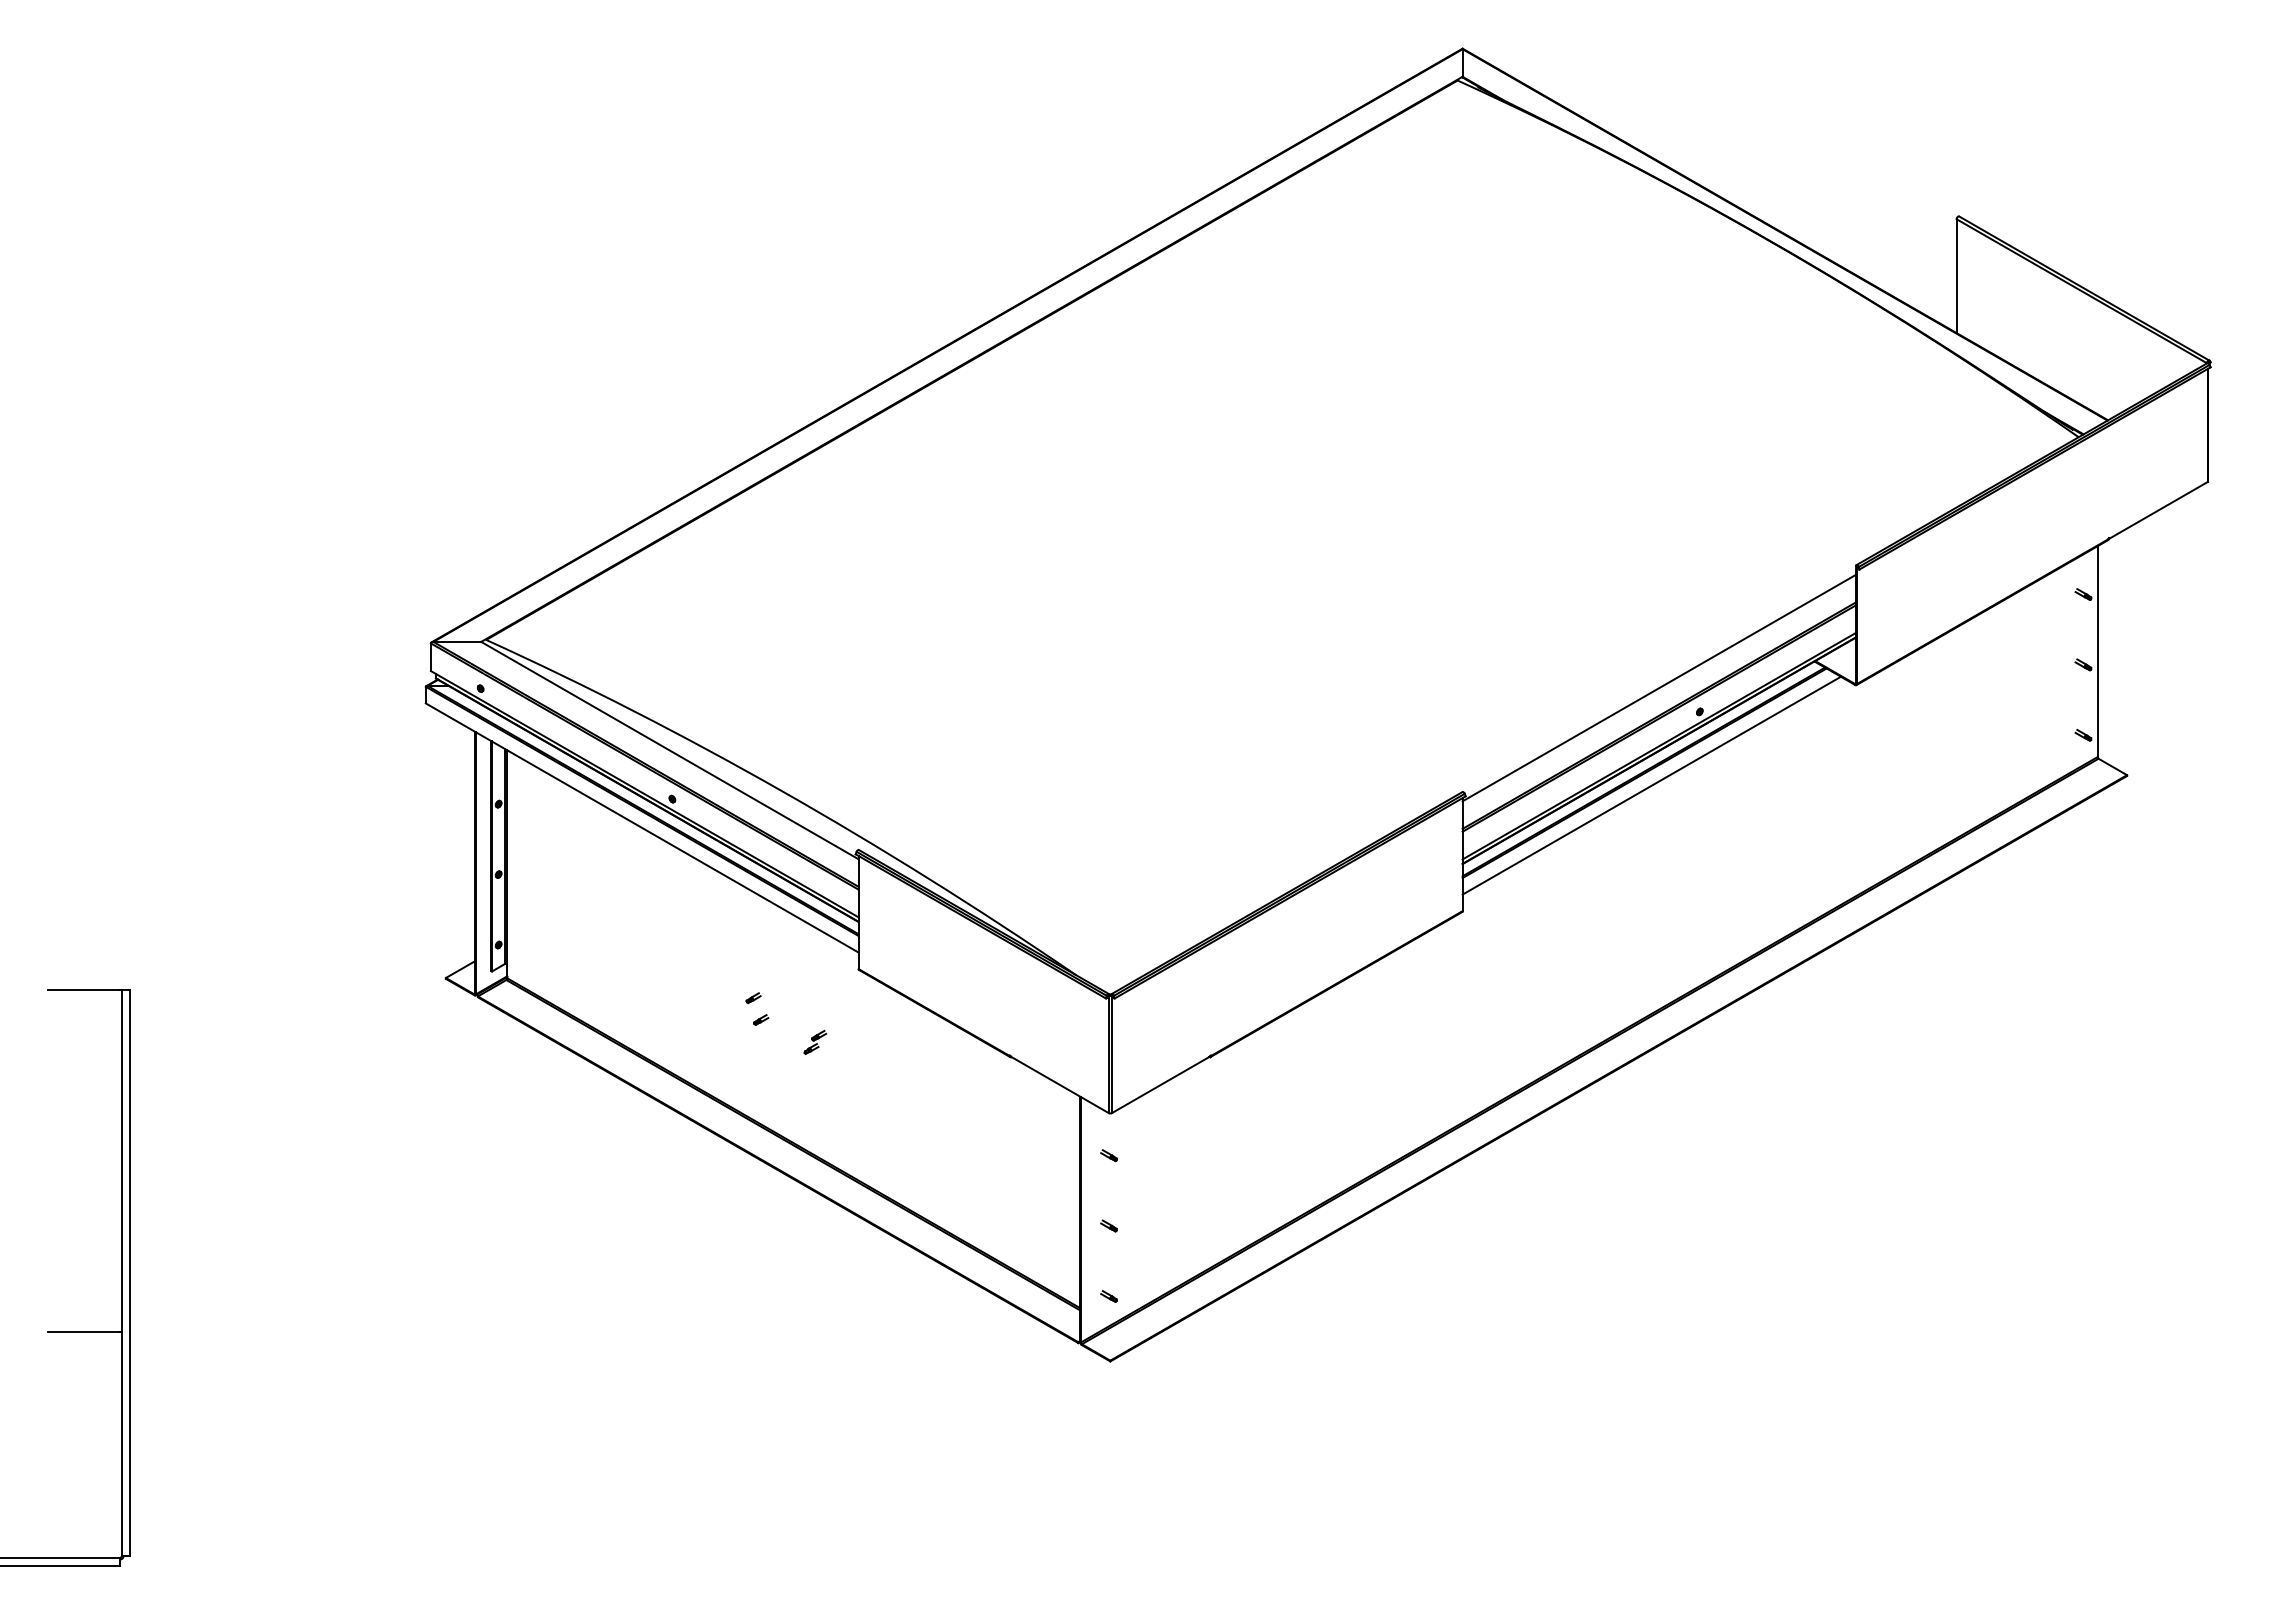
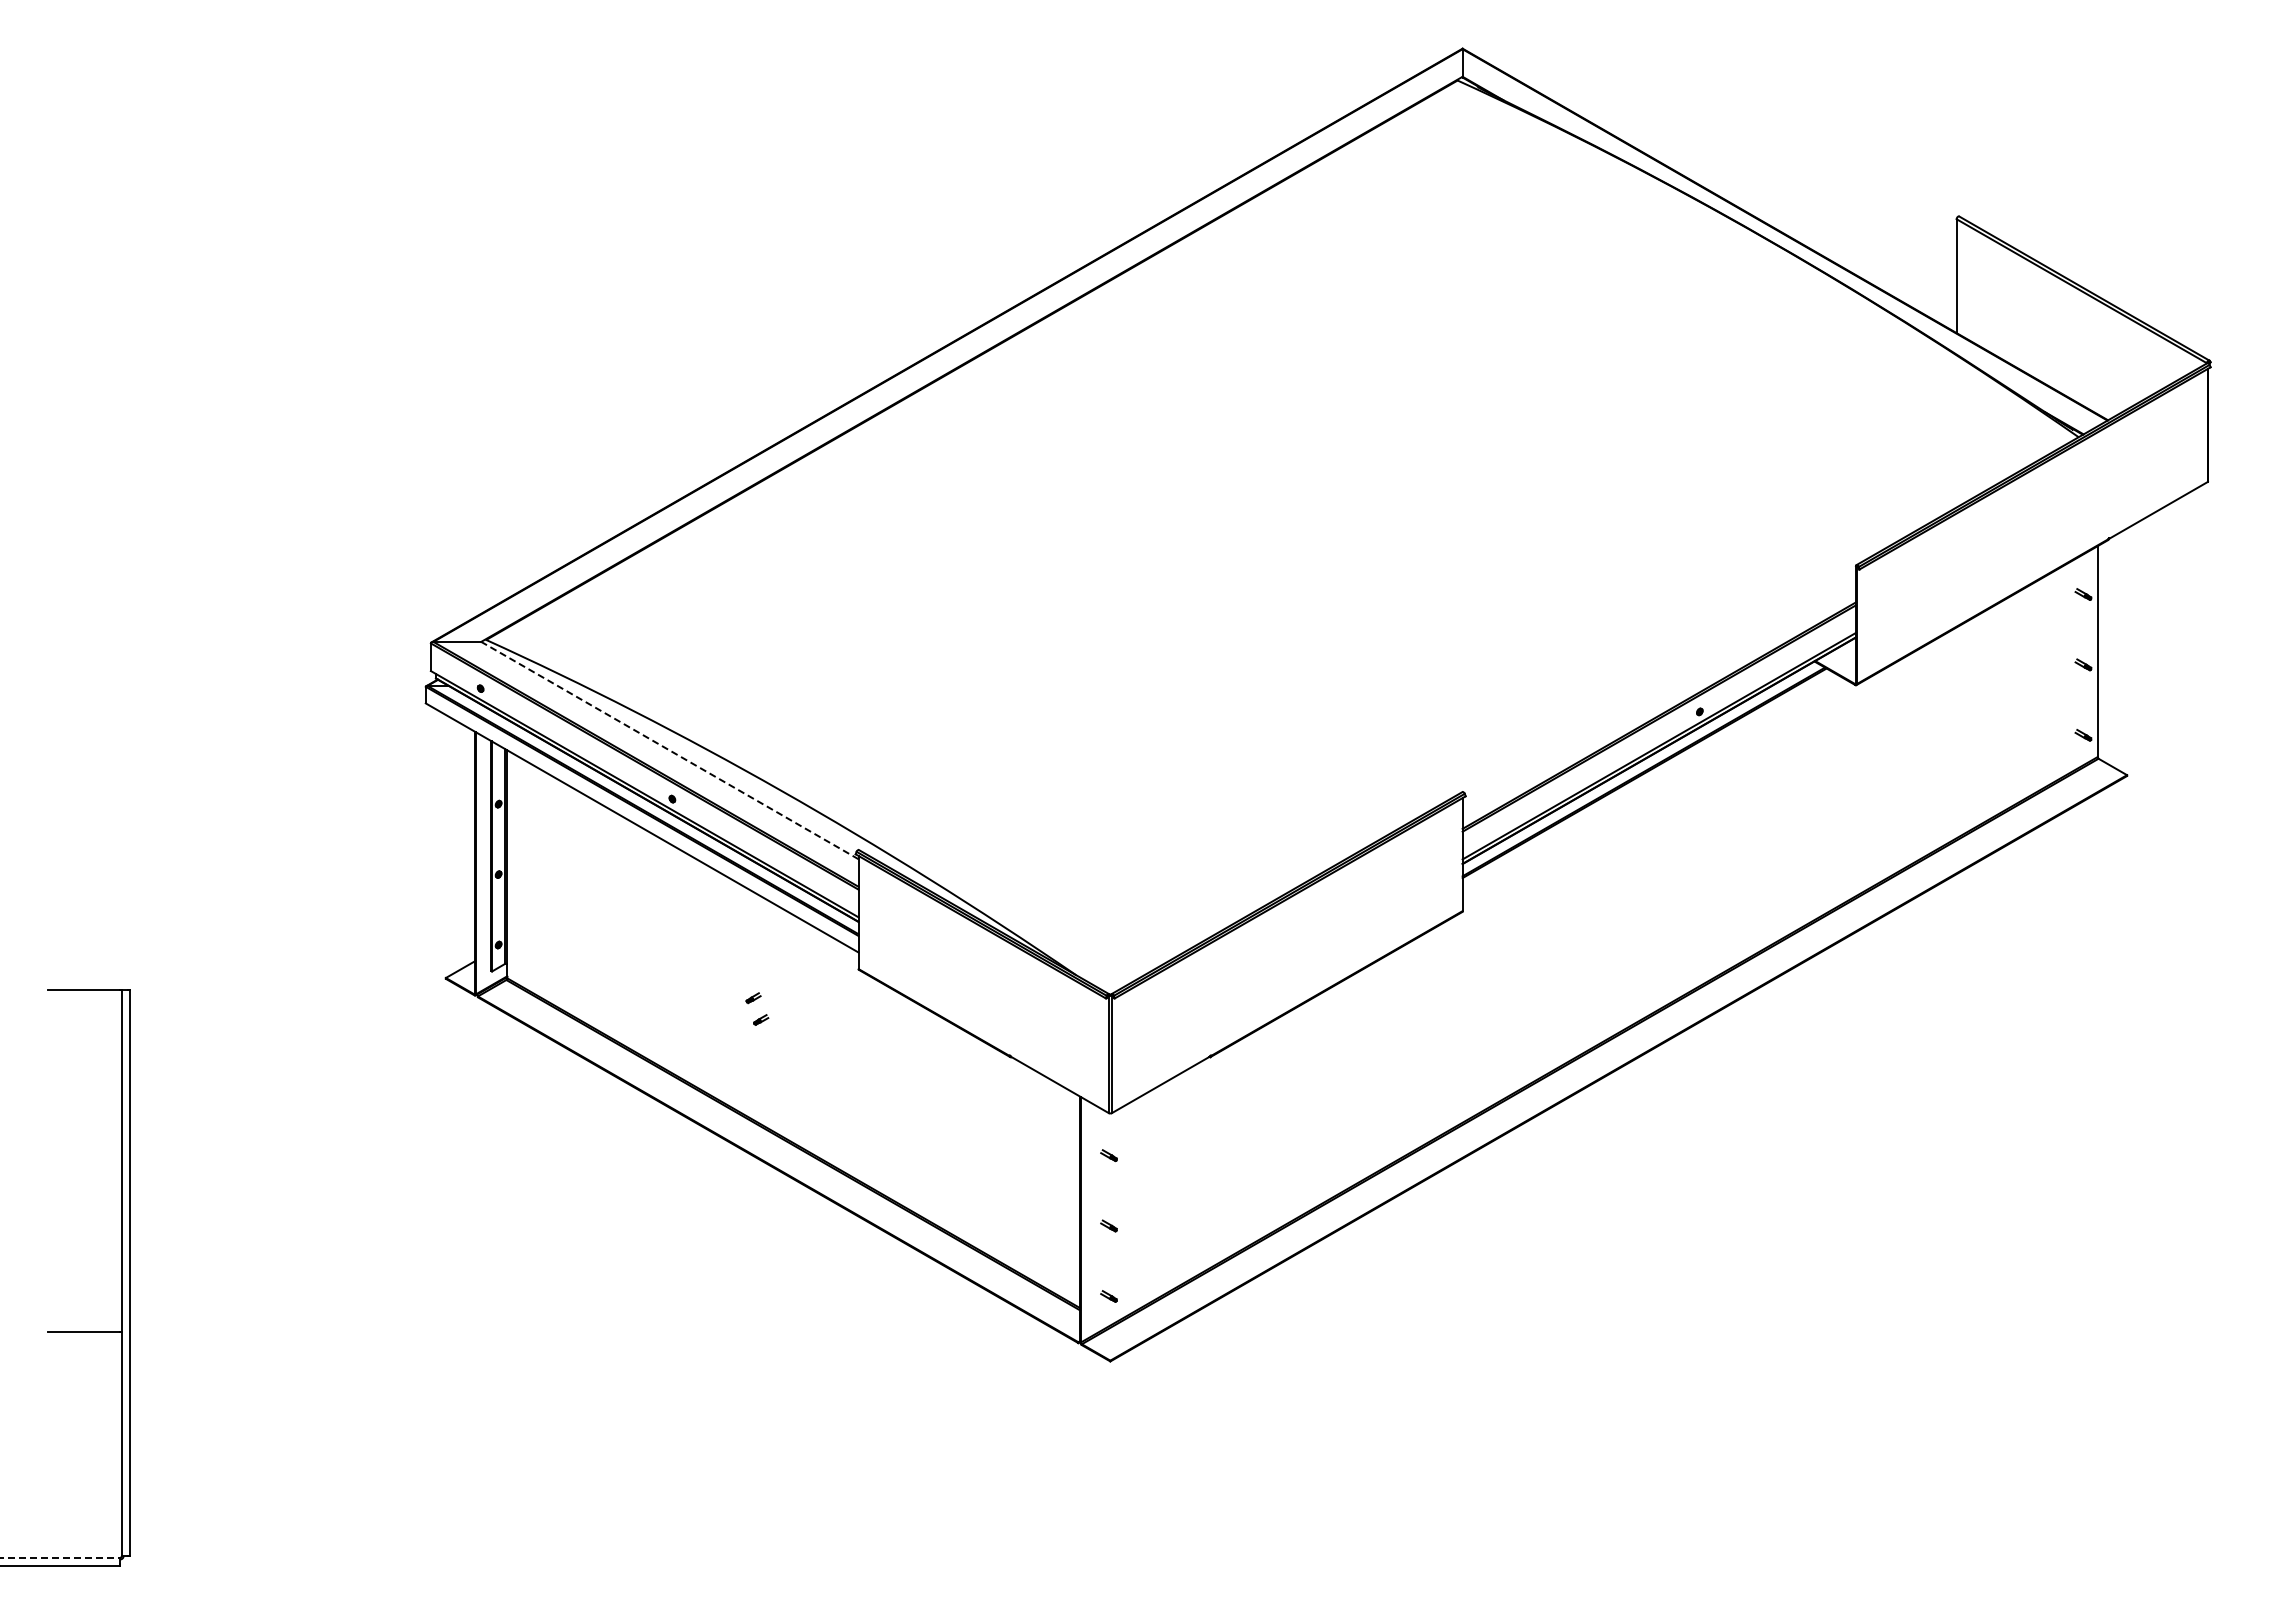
line at (1659, 687): present -> none
line at (669, 750): solid -> dashed
line at (1651, 785): present -> none
part at (815, 1042): present -> none
line at (60, 1557): solid -> dashed
